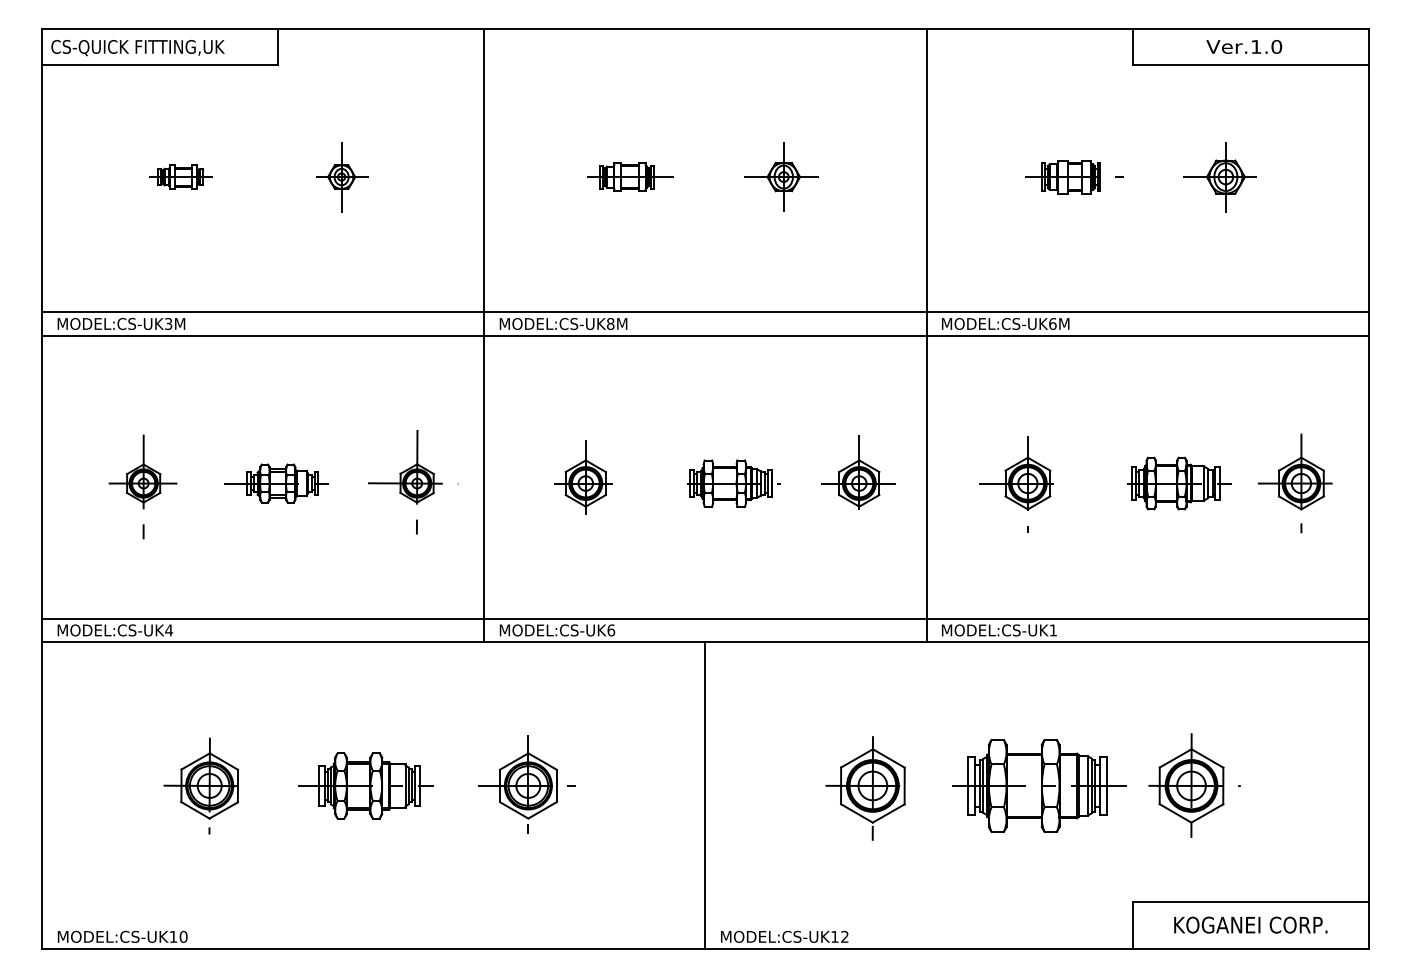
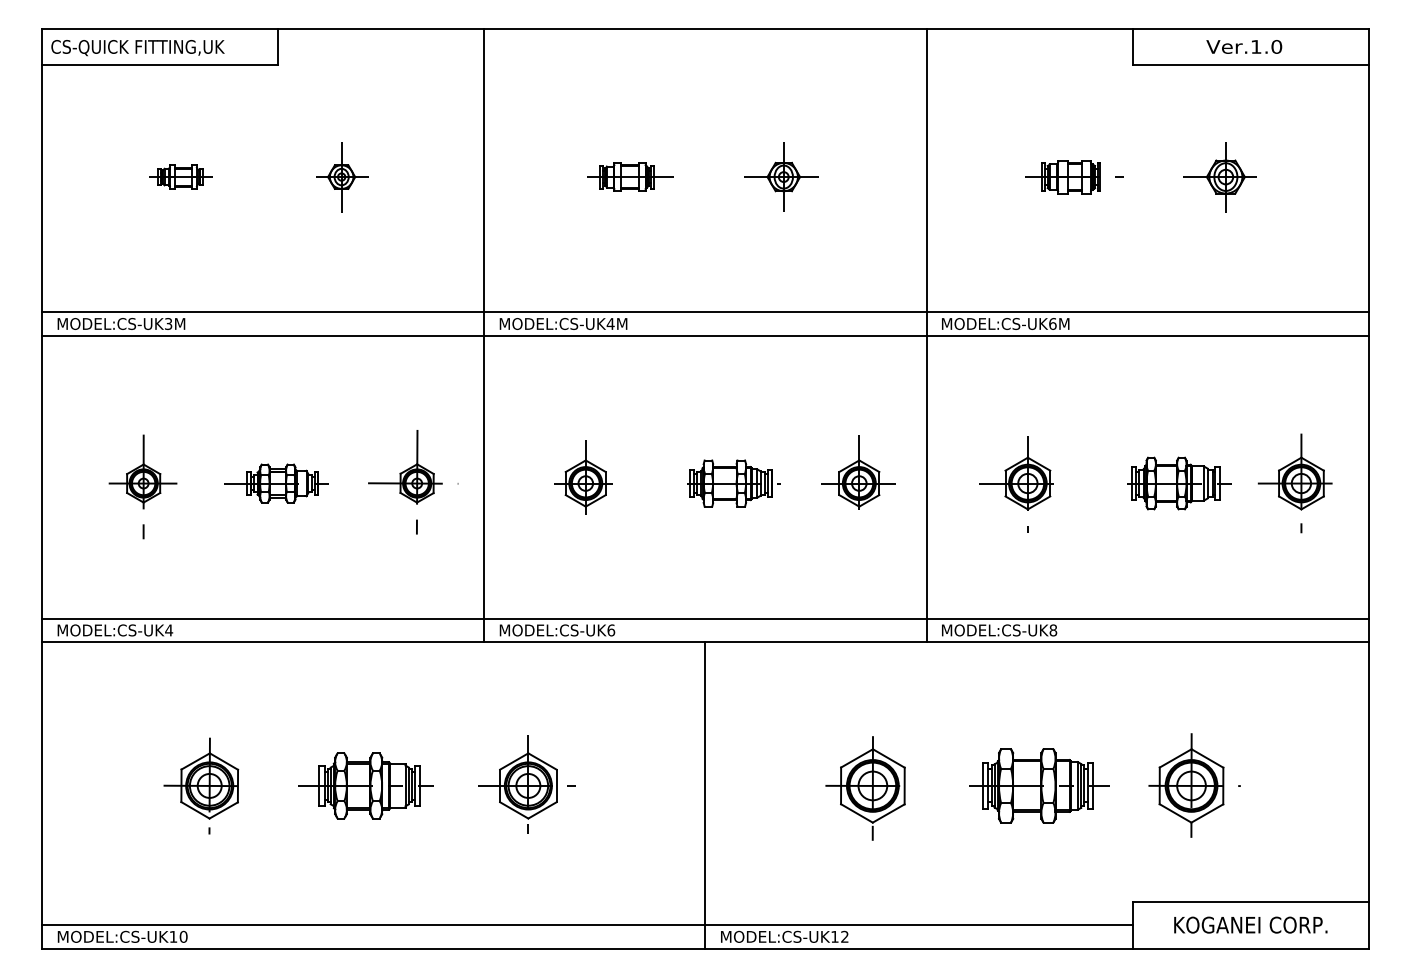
text at (610, 323): MODEL:CS-UK8M -> MODEL:CS-UK4M
text at (1053, 630): MODEL:CS-UK1 -> MODEL:CS-UK8
part at (1039, 785) size: 175x94 px -> 141x76 px
line at (587, 925): none -> present
